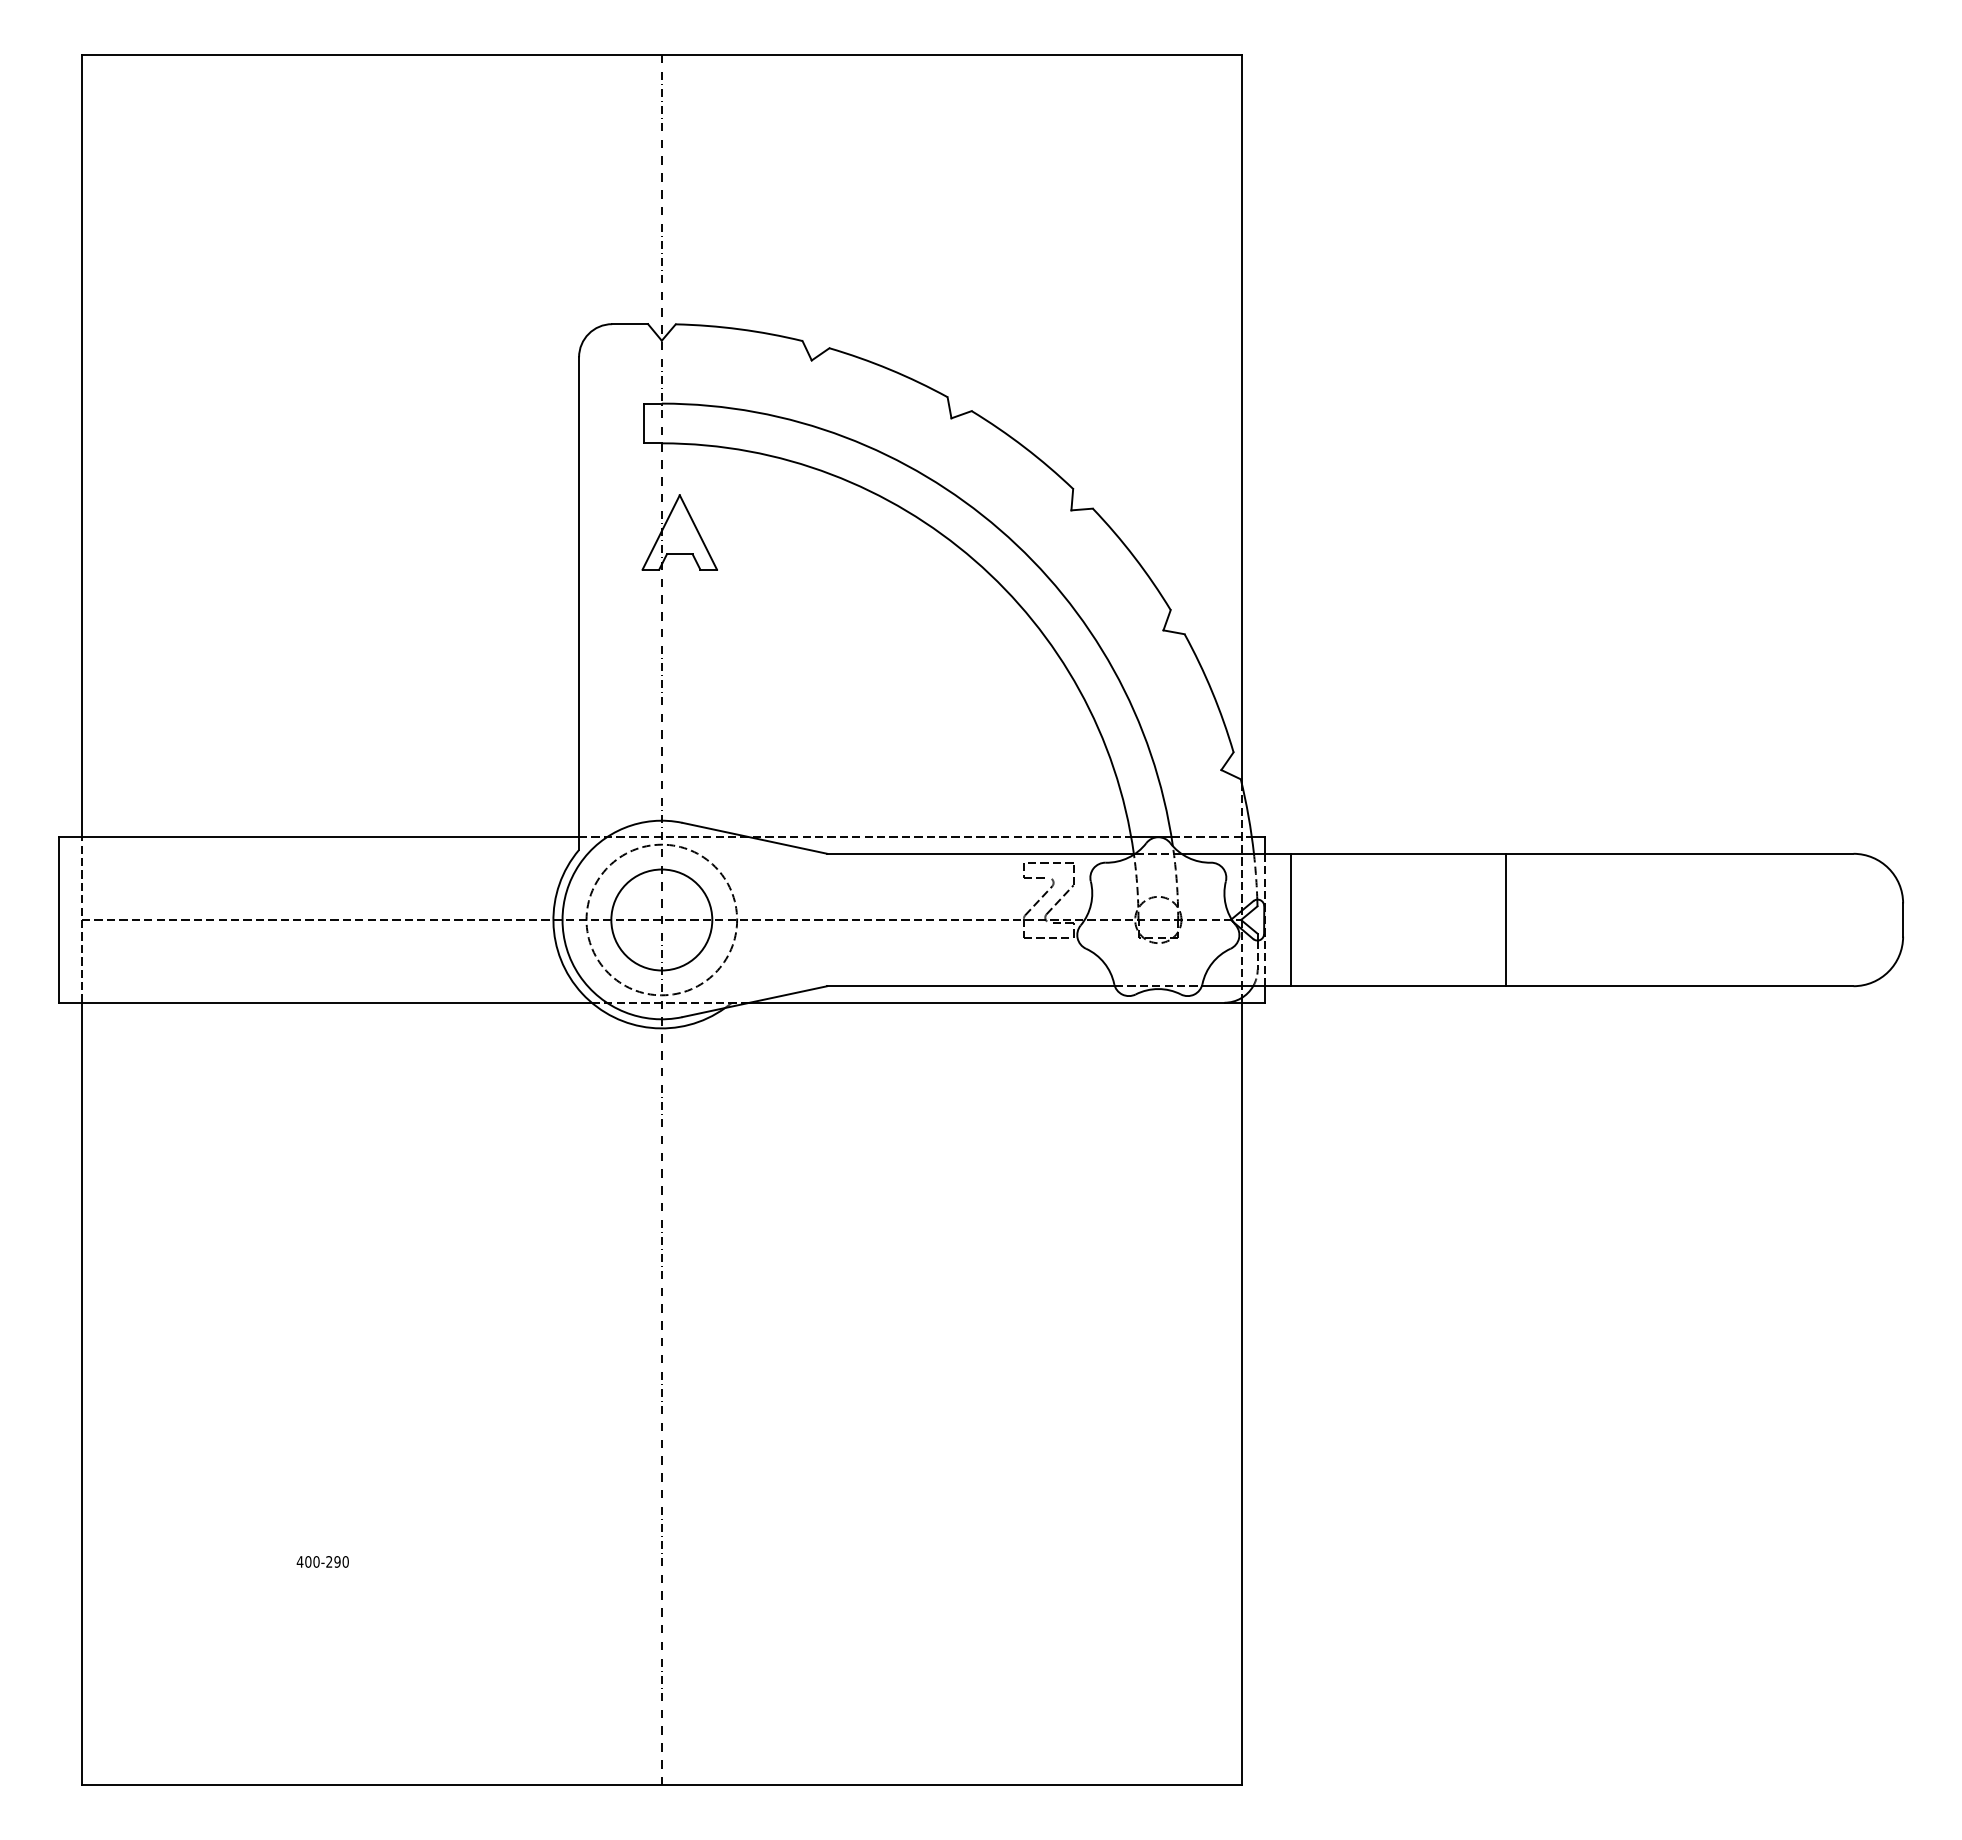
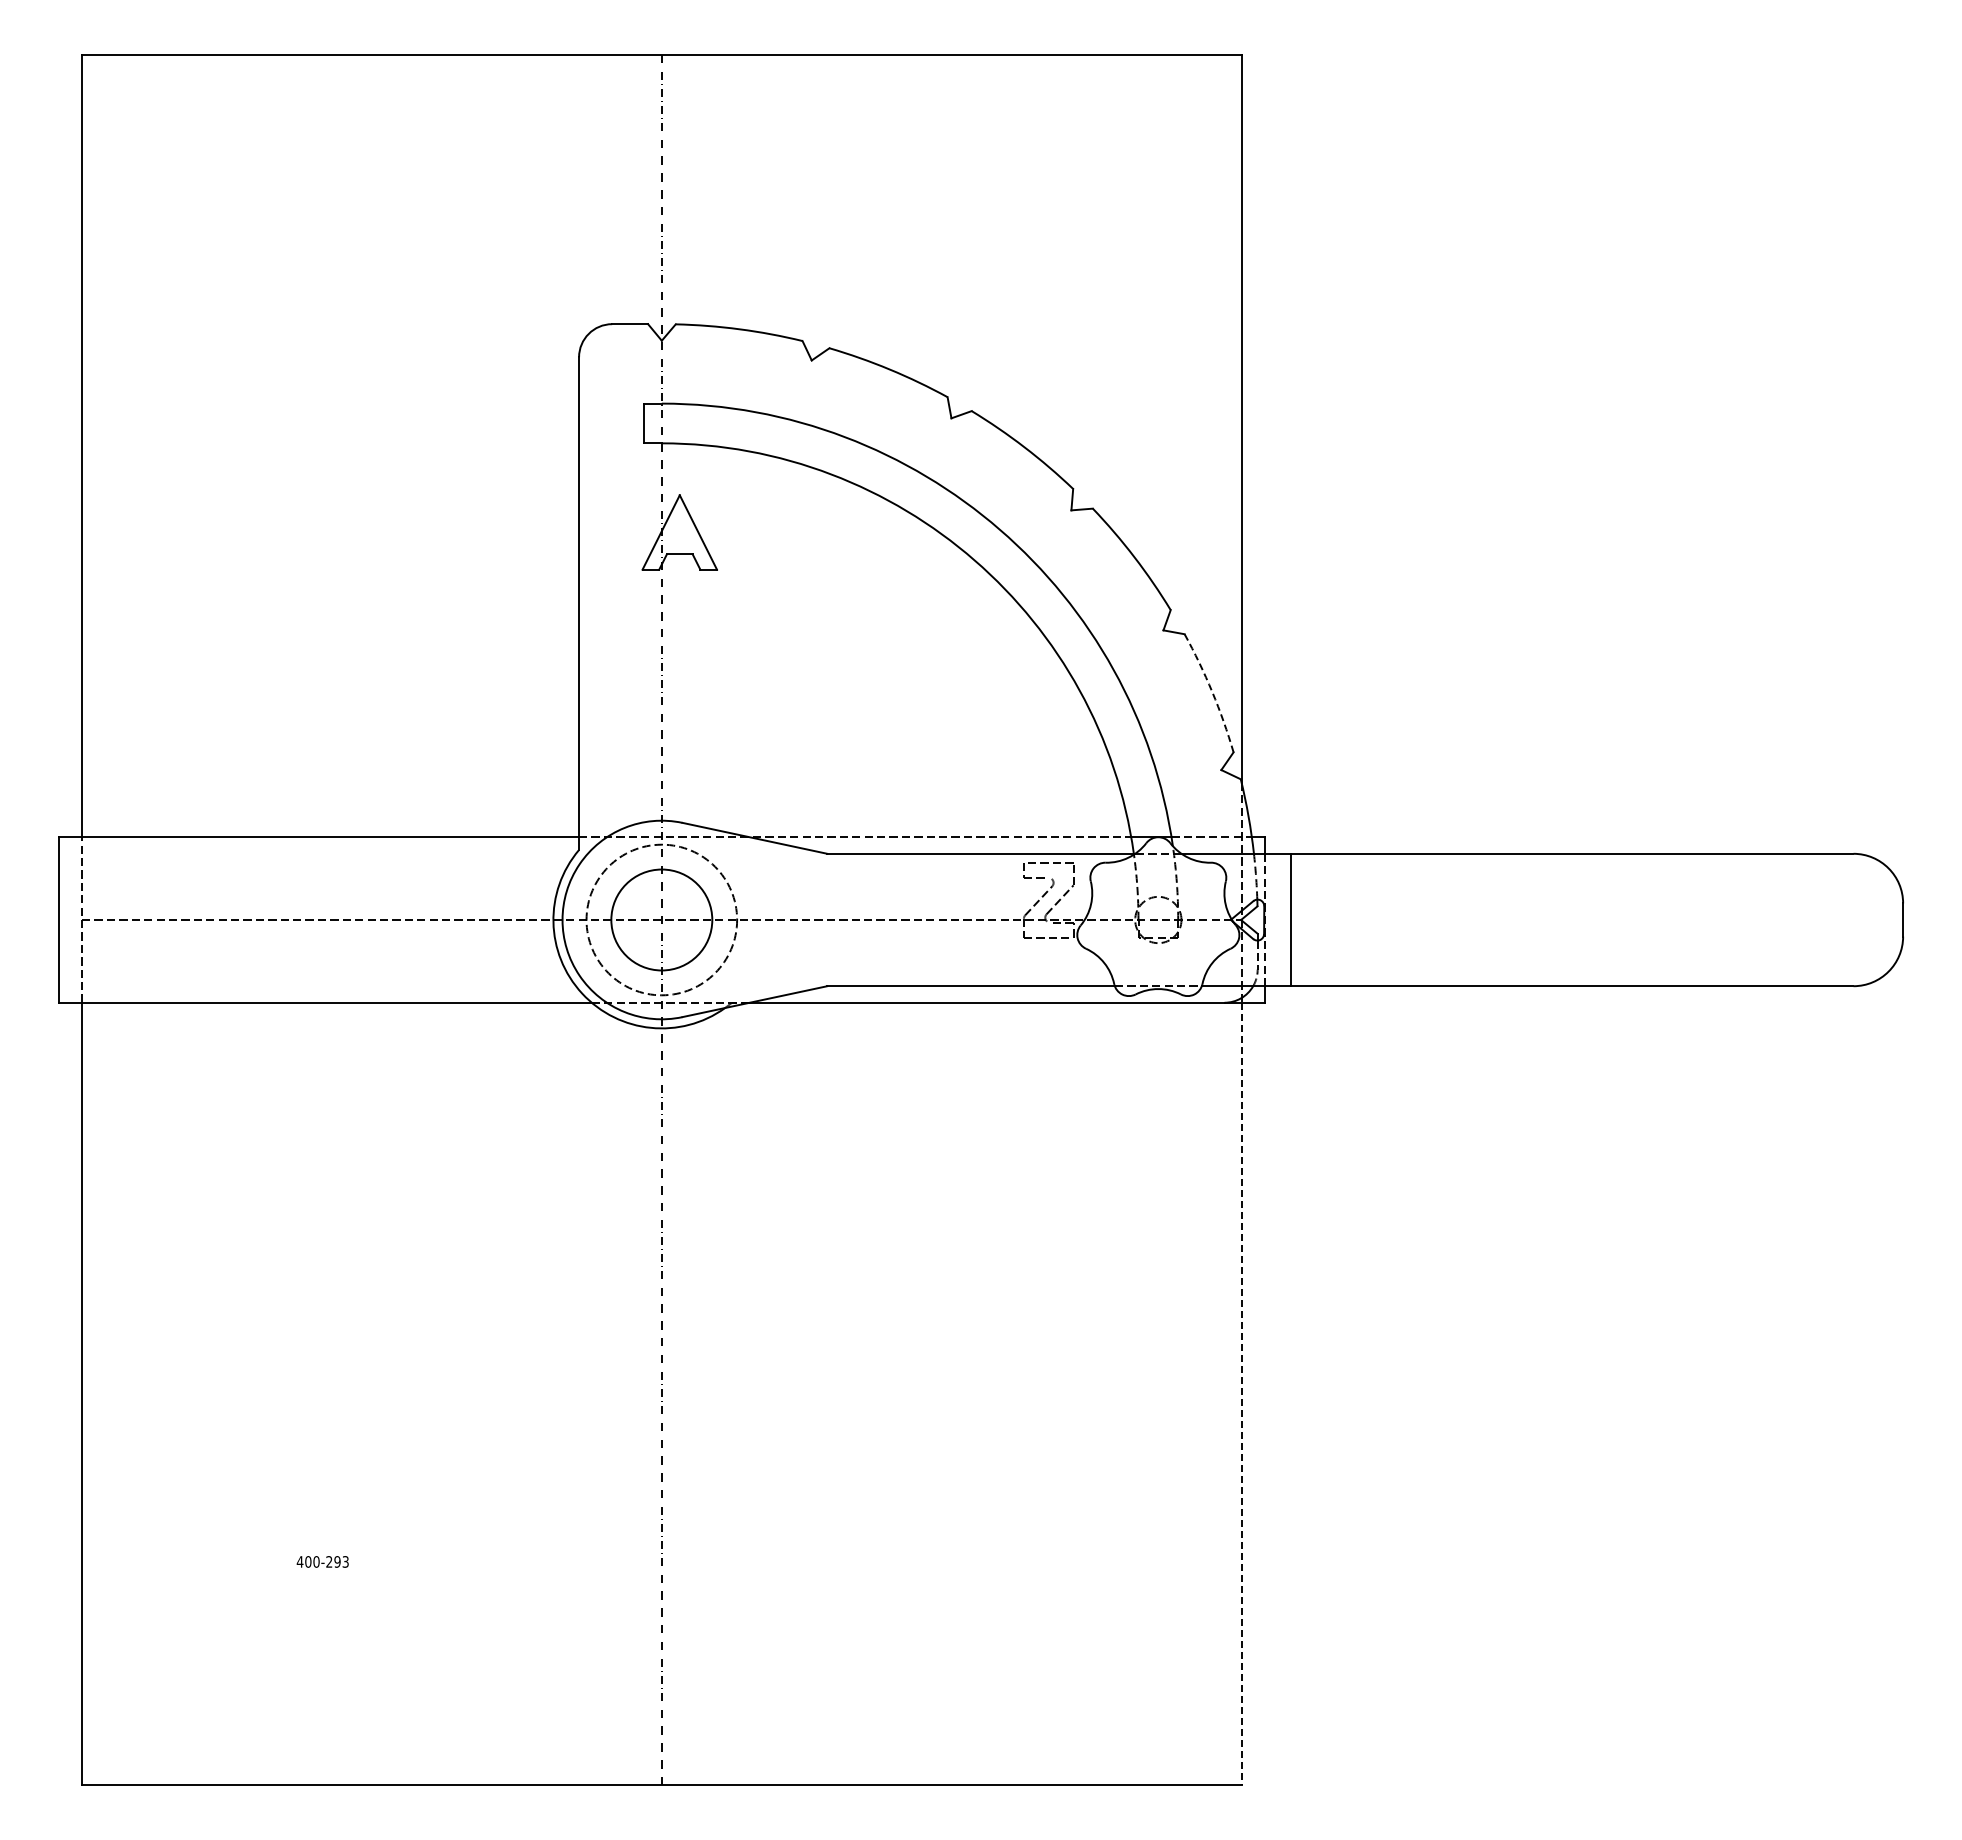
arc at (1212, 692): solid -> dashed
line at (1505, 919): present -> none
line at (1241, 1394): solid -> dashed
text at (345, 1561): 400-290 -> 400-293
